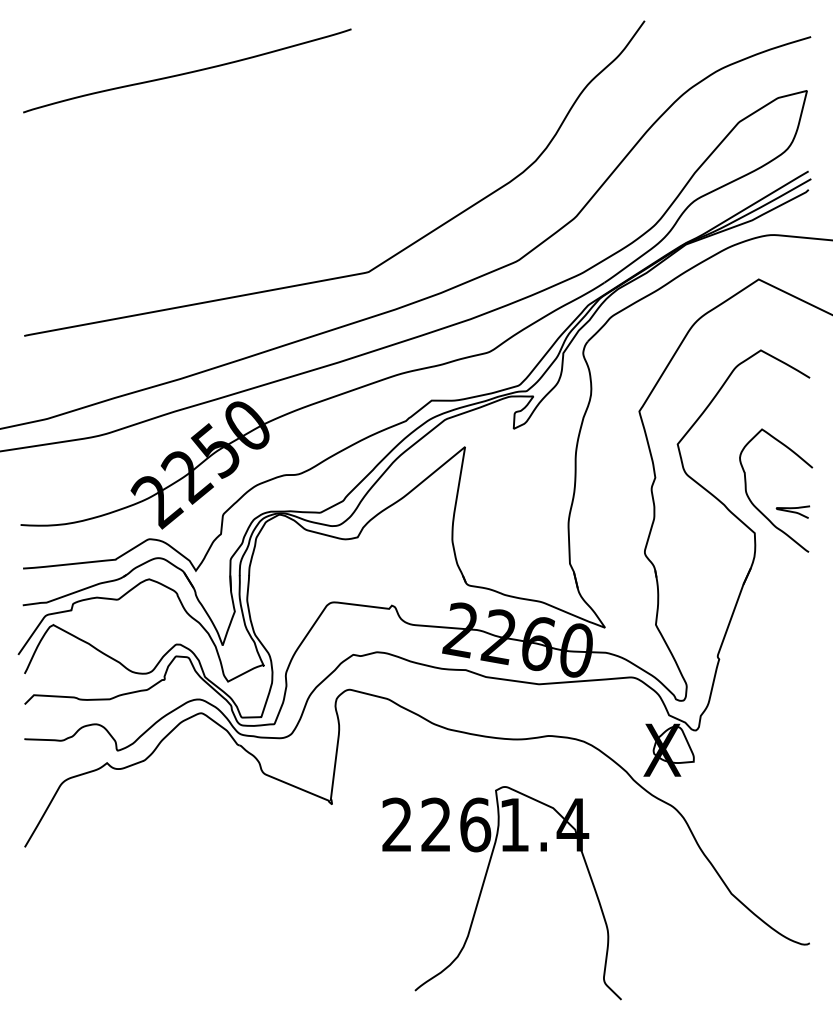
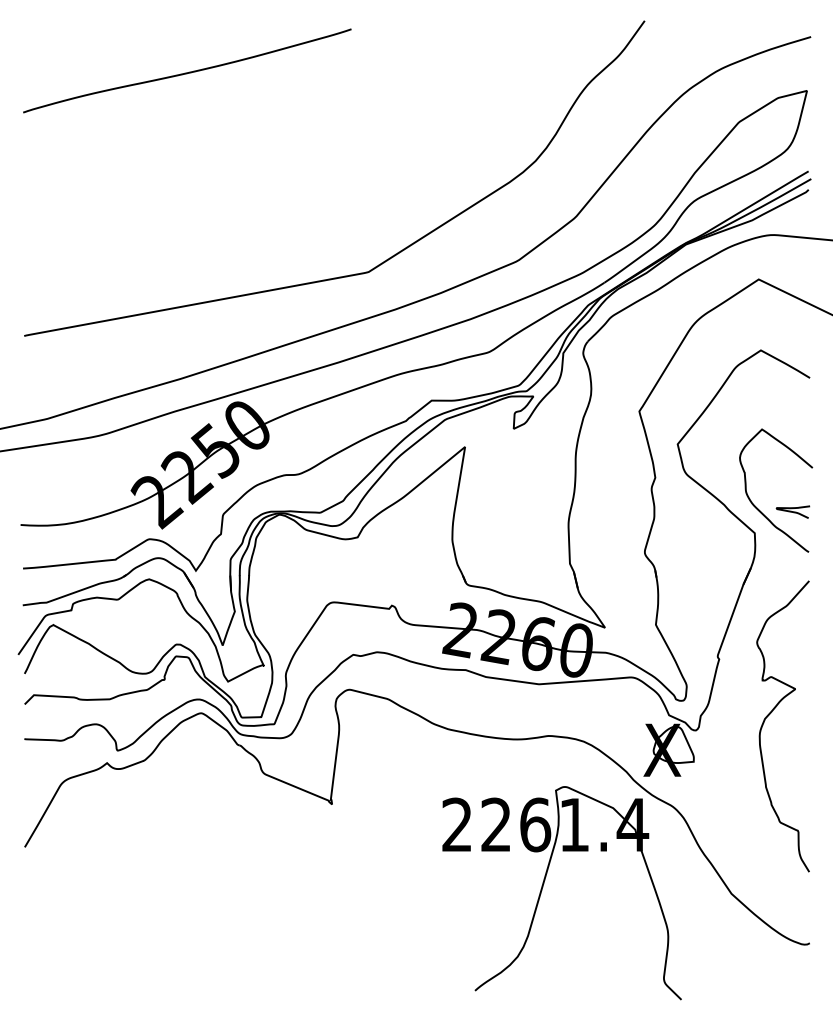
curve at (770, 714): none -> present
part at (483, 887) position: (483, 887) -> (543, 887)
